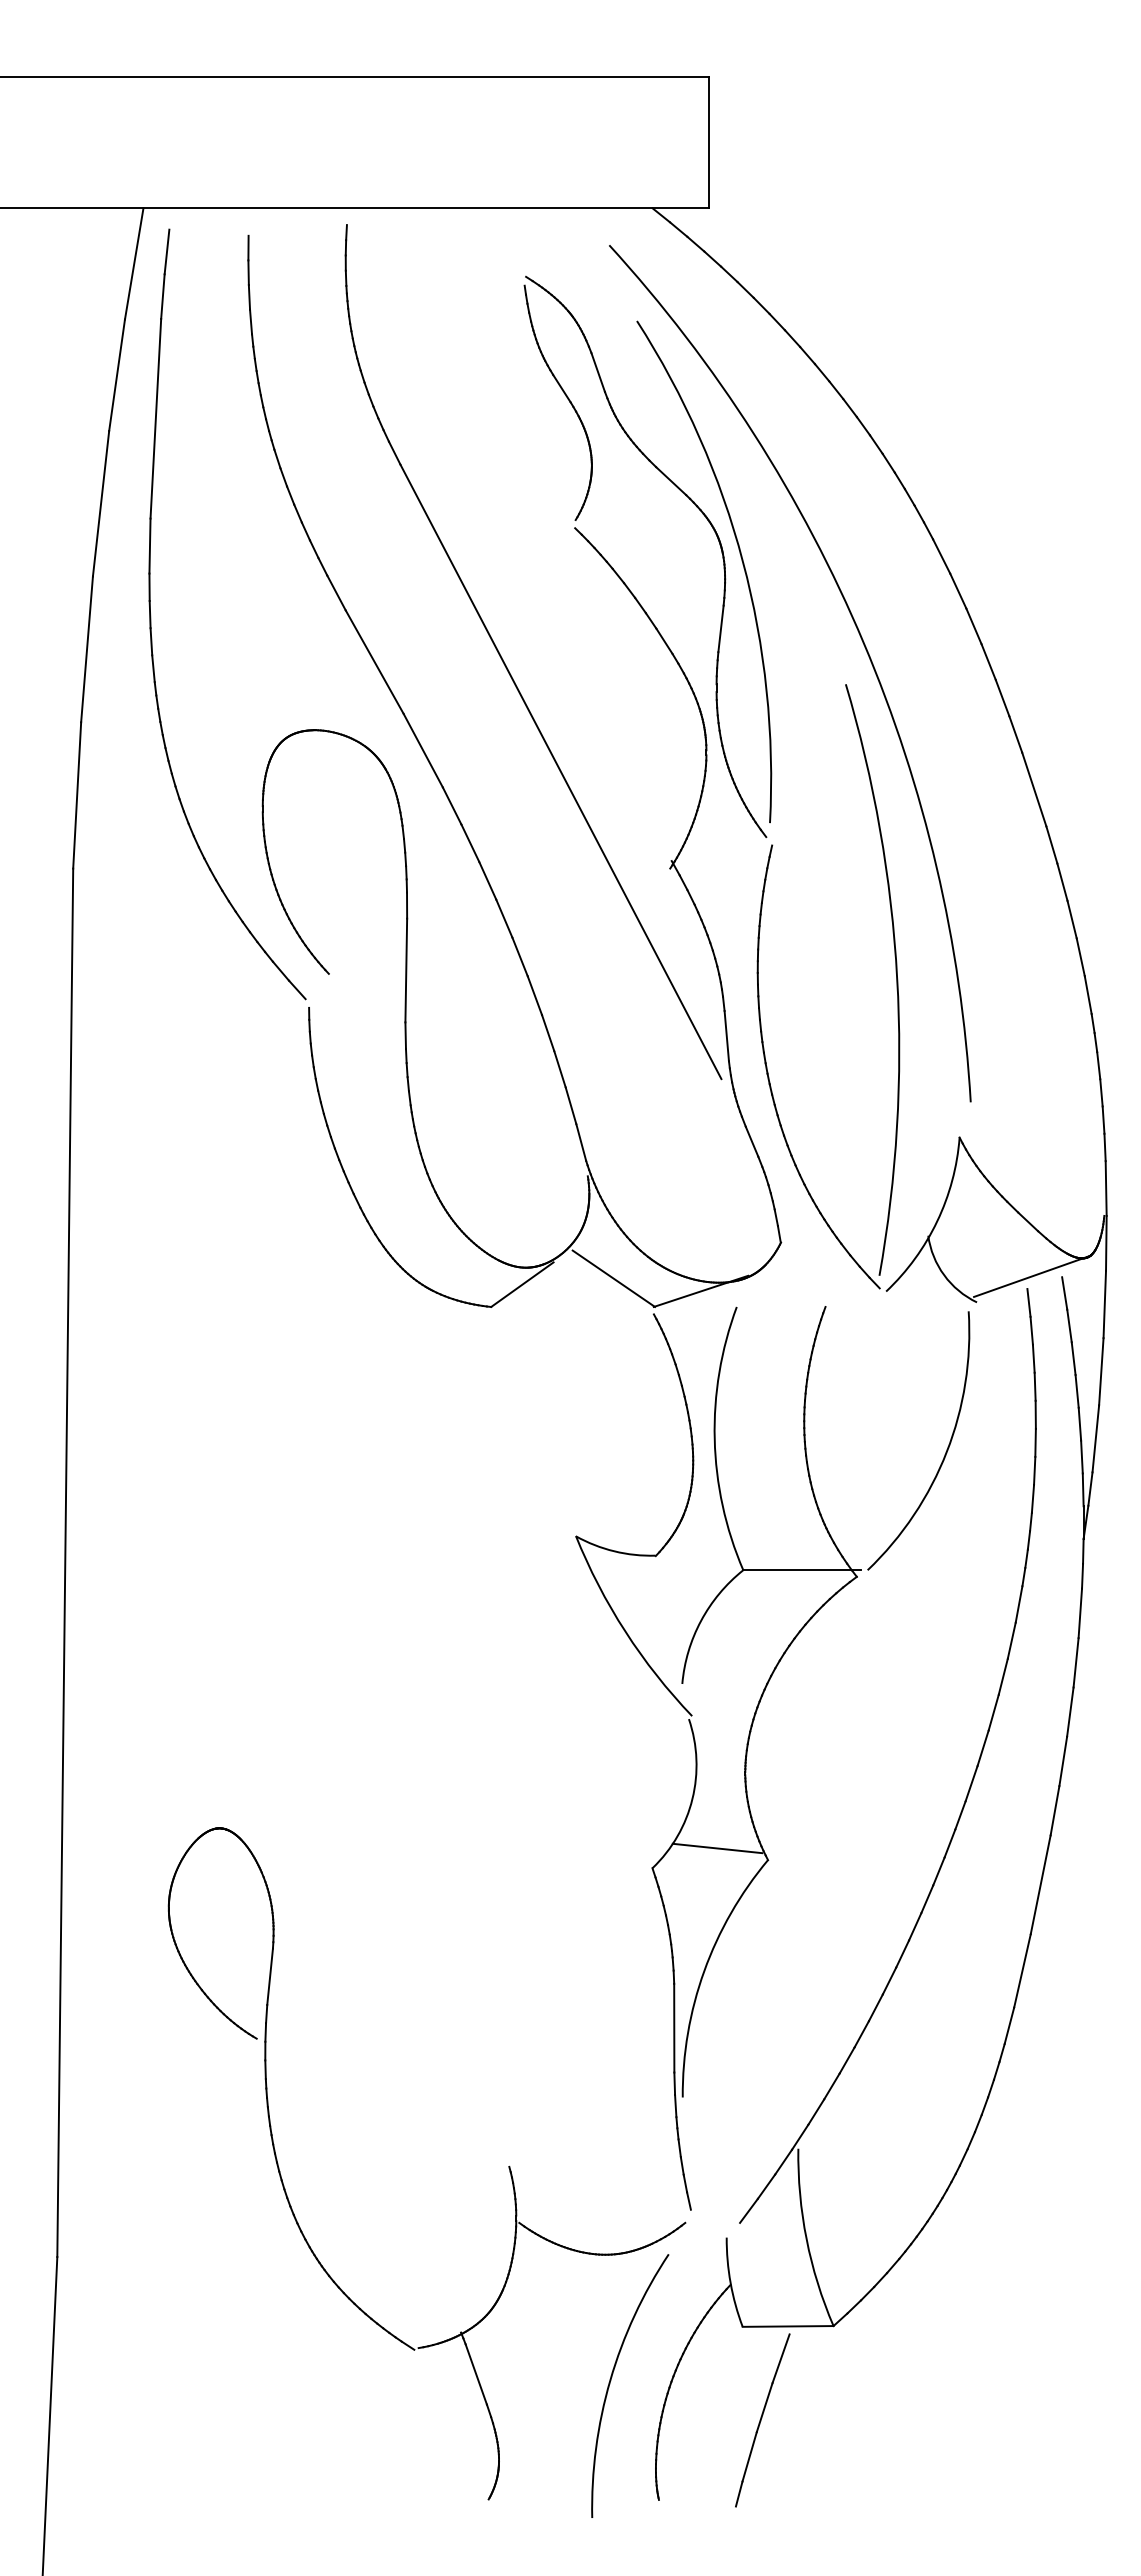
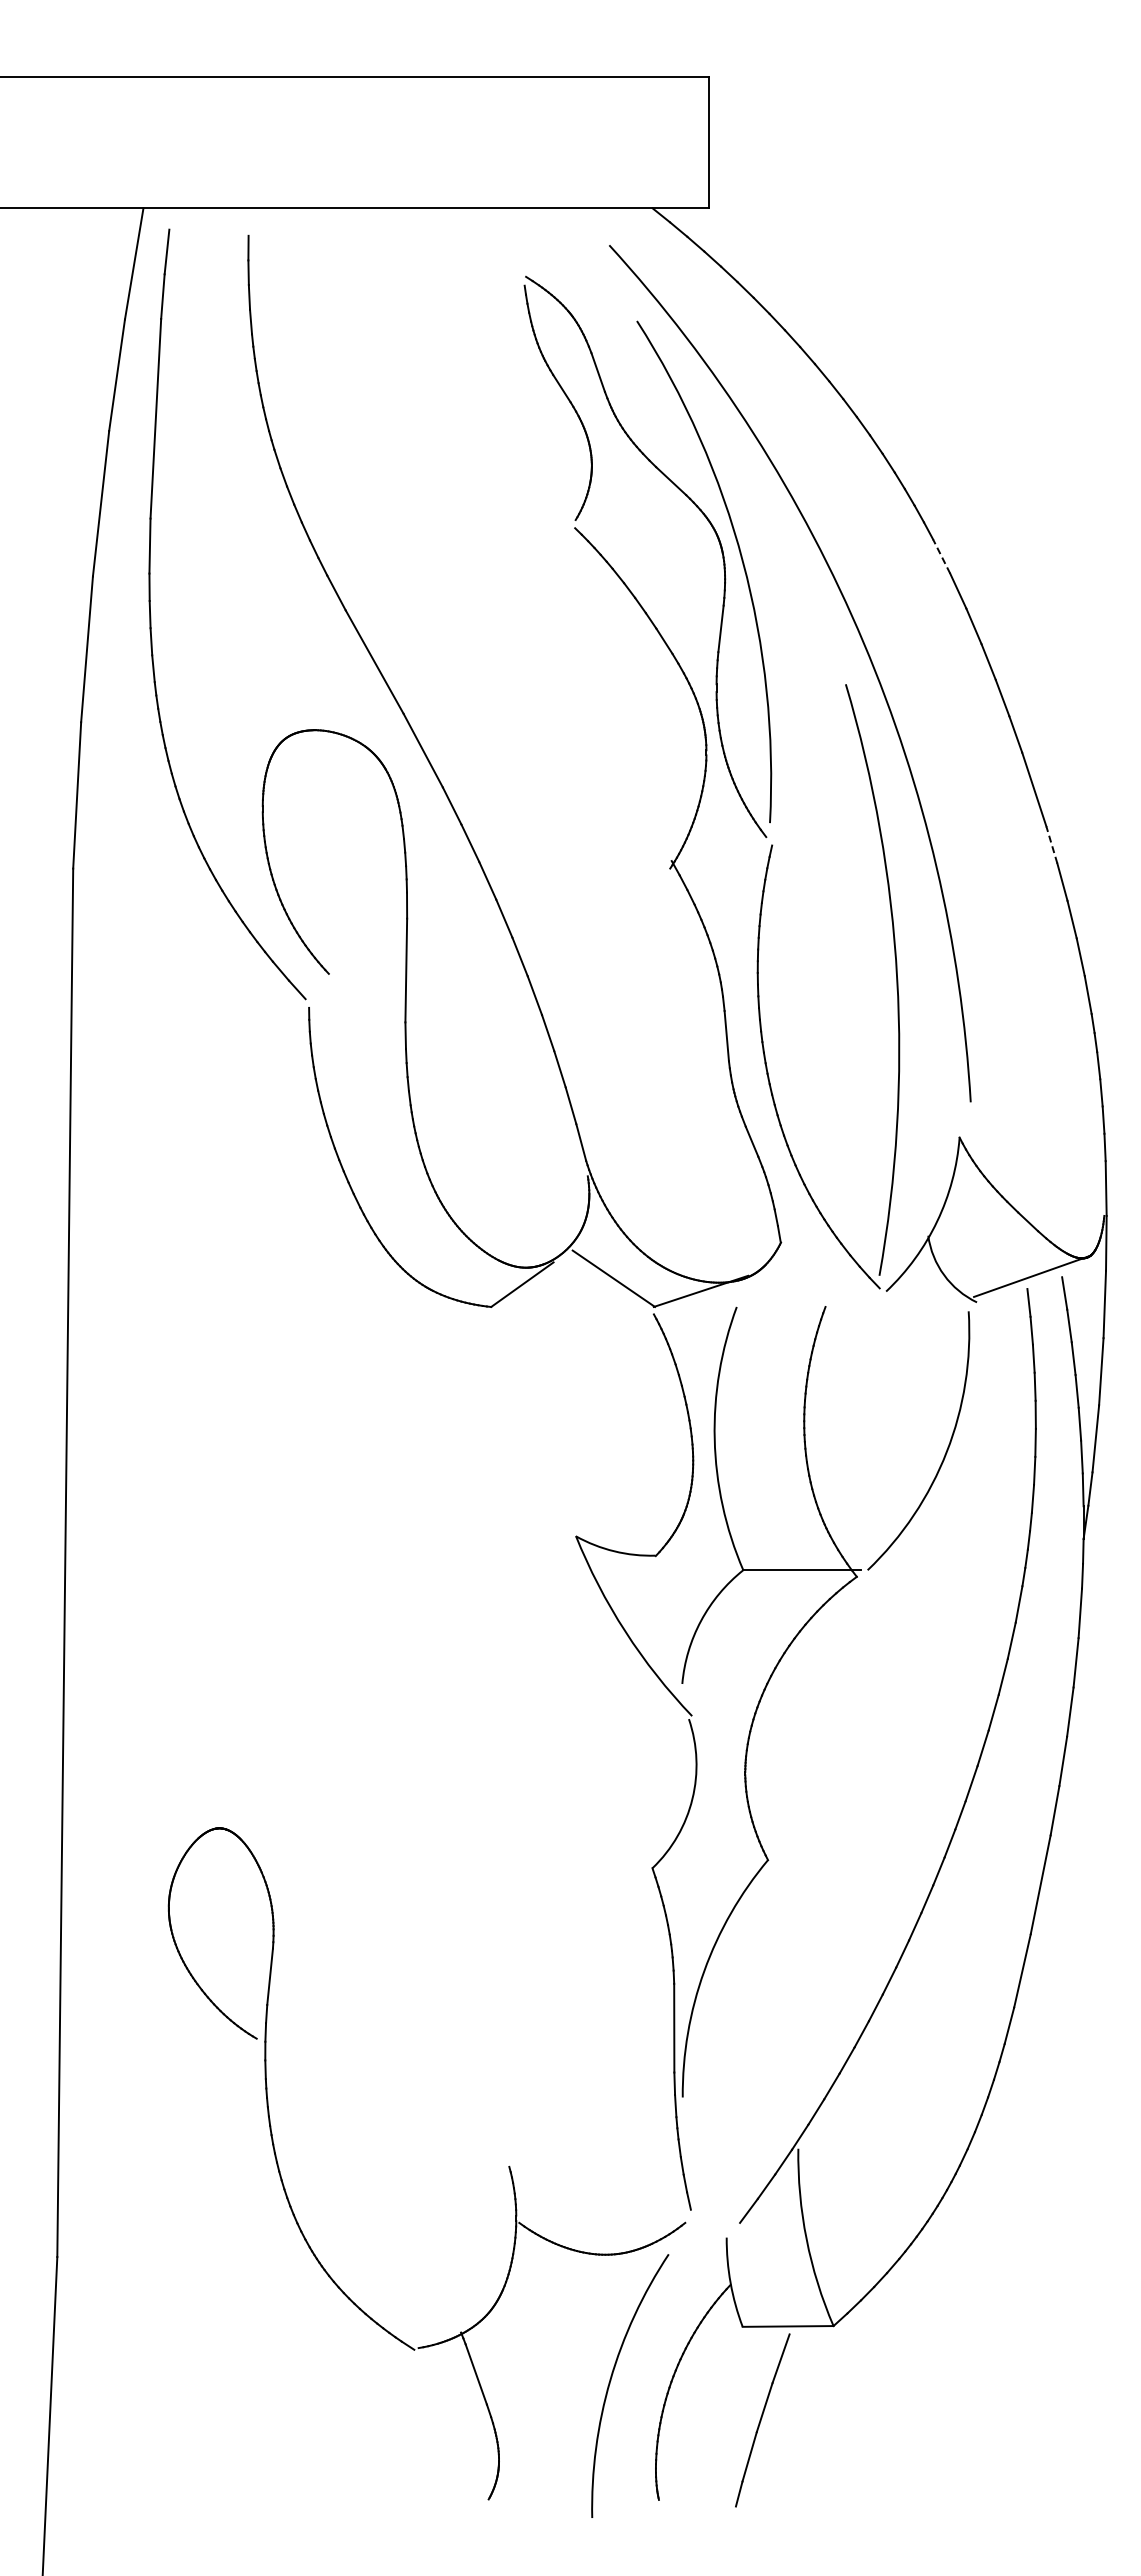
line at (941, 556): solid -> dashed
part at (506, 665): present -> none
line at (1051, 844): solid -> dashed
line at (717, 1848): present -> none
